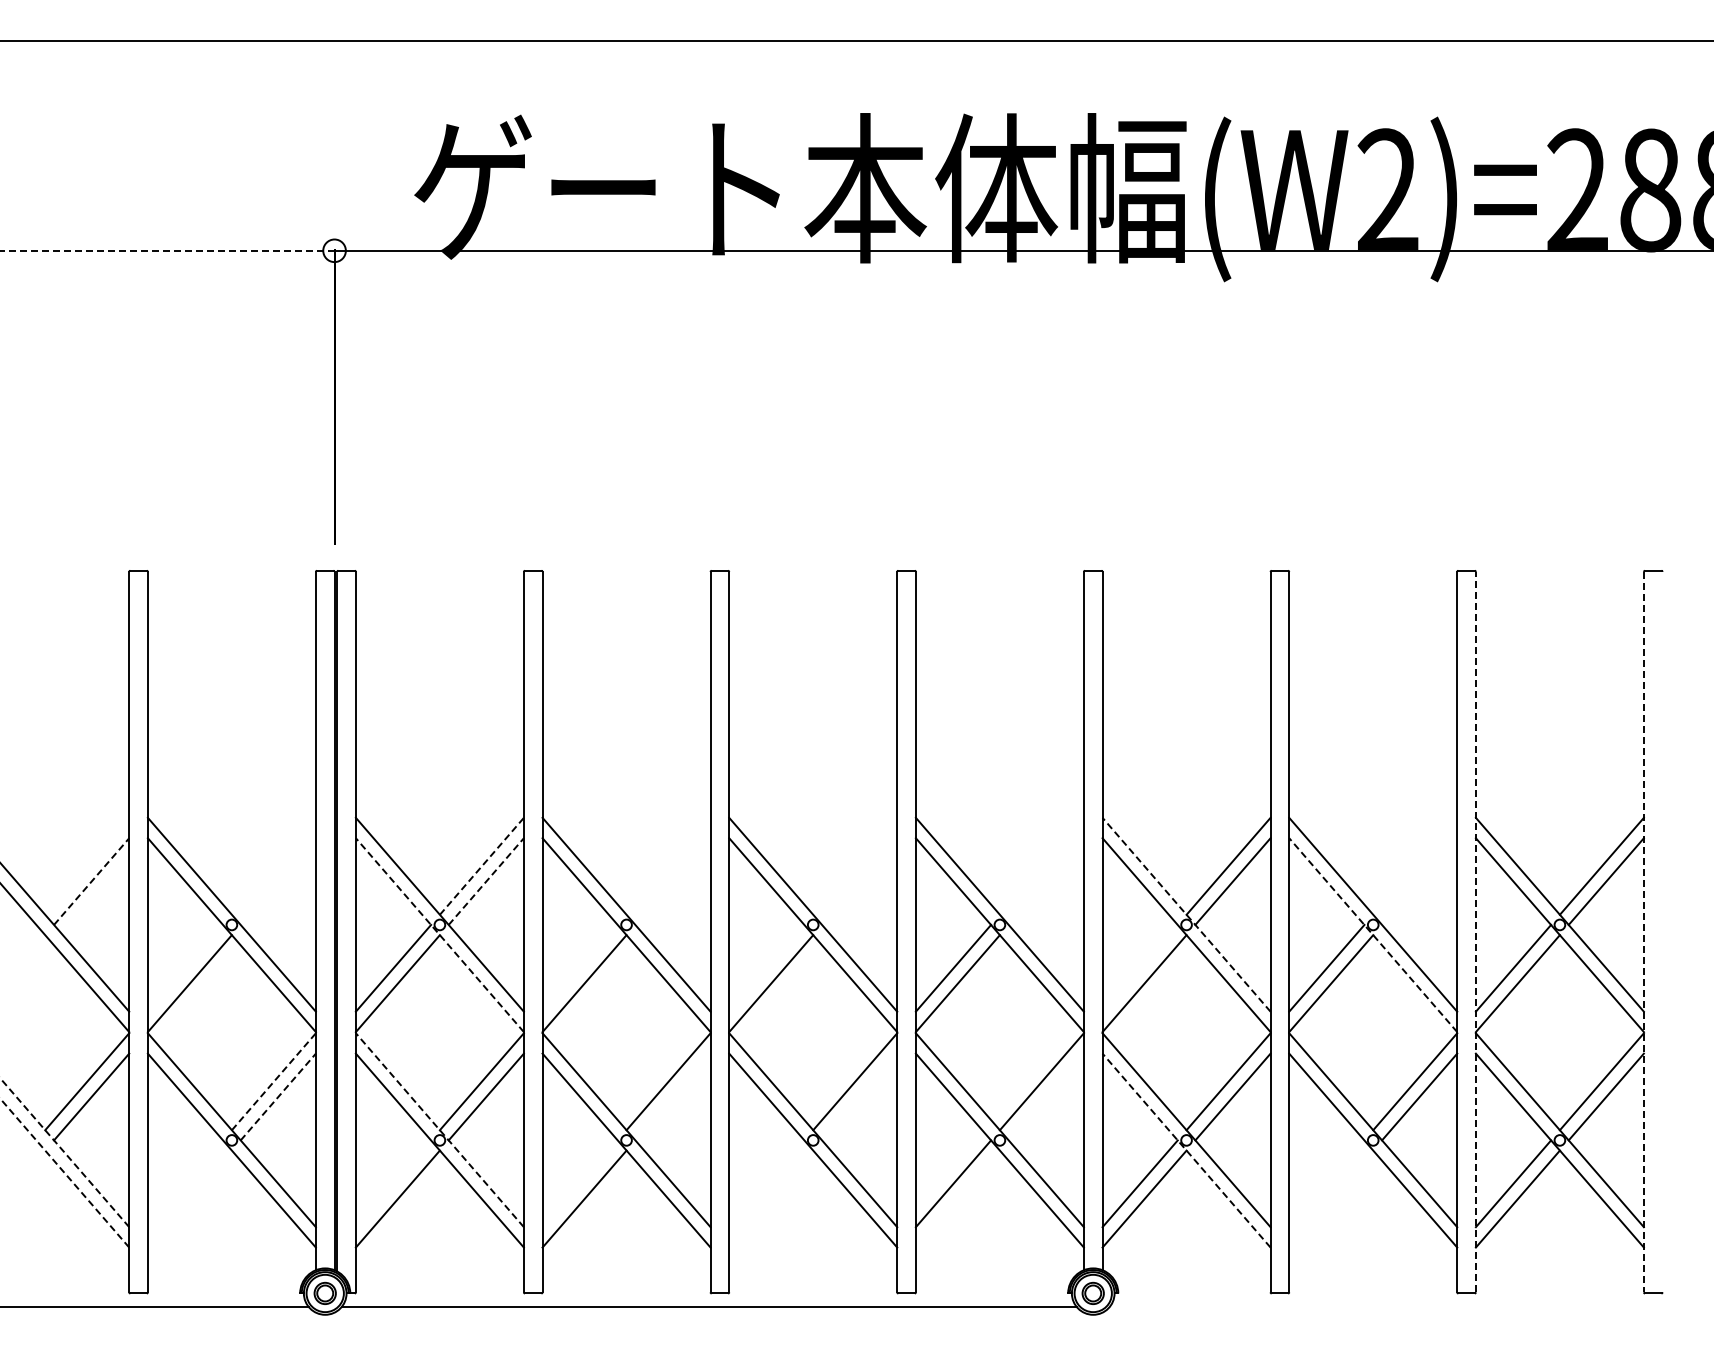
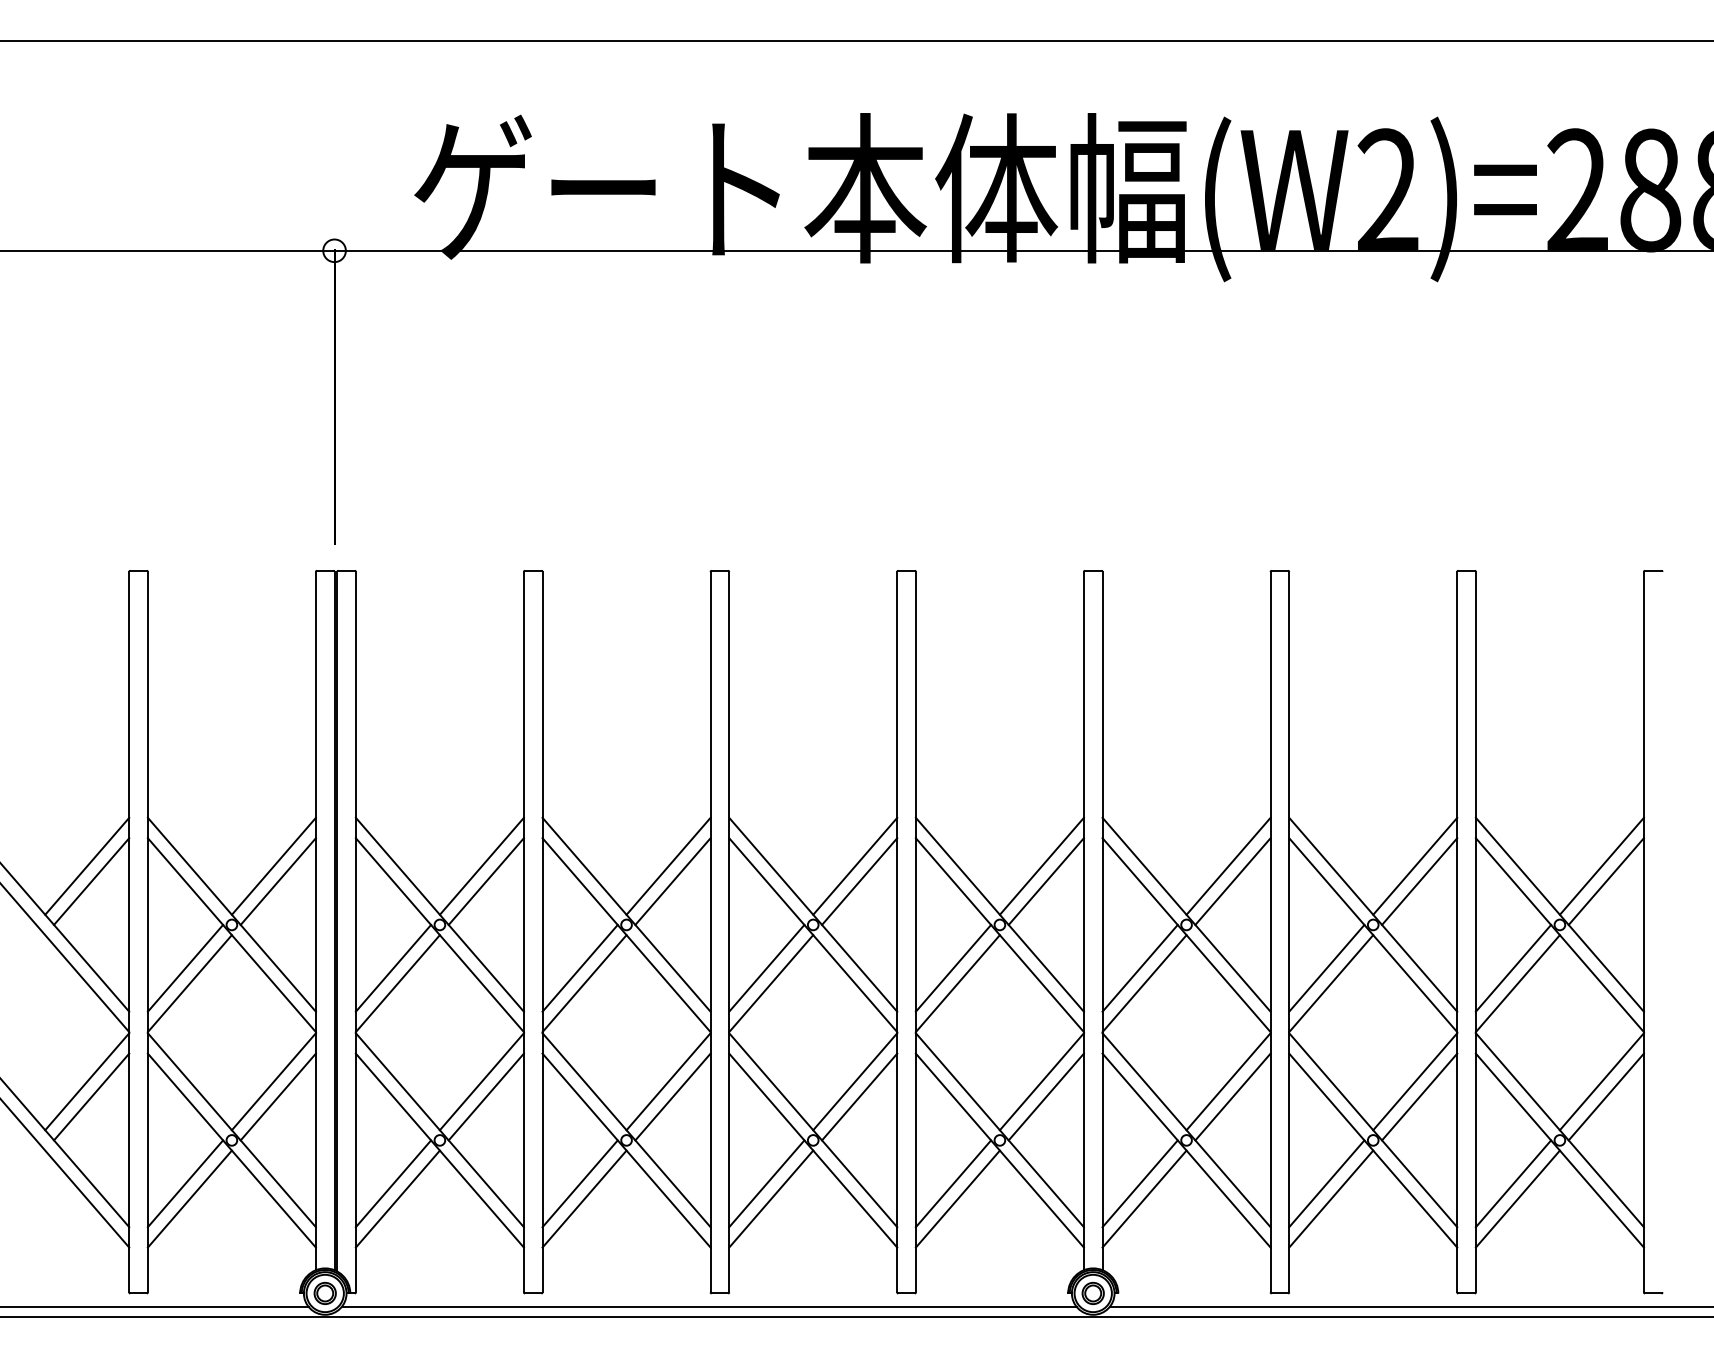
line at (167, 250): dashed -> solid
line at (87, 865): none -> present
line at (273, 865): none -> present
line at (482, 865): dashed -> solid
line at (668, 865): none -> present
line at (855, 865): none -> present
line at (1041, 865): none -> present
line at (1415, 865): none -> present
line at (91, 881): dashed -> solid
line at (277, 881): none -> present
line at (486, 881): dashed -> solid
line at (672, 881): none -> present
line at (859, 881): none -> present
line at (1045, 881): none -> present
line at (1419, 881): none -> present
line at (1186, 914): dashed -> solid
line at (1475, 931): dashed -> solid
line at (1643, 932): dashed -> solid
line at (439, 934): dashed -> solid
line at (1372, 934): dashed -> solid
line at (185, 967): none -> present
line at (579, 967): none -> present
line at (766, 967): none -> present
line at (1139, 967): none -> present
line at (274, 1081): dashed -> solid
line at (278, 1096): dashed -> solid
line at (672, 1096): none -> present
line at (859, 1096): none -> present
line at (1045, 1096): none -> present
line at (439, 1129): dashed -> solid
line at (1186, 1150): dashed -> solid
line at (64, 1152): dashed -> solid
line at (64, 1172): dashed -> solid
line at (185, 1183): none -> present
line at (393, 1183): none -> present
line at (579, 1183): none -> present
line at (766, 1183): none -> present
line at (1326, 1183): none -> present
line at (189, 1198): none -> present
line at (771, 1198): none -> present
line at (957, 1198): none -> present
line at (1331, 1198): none -> present
line at (1409, 1306): none -> present
line at (856, 1317): none -> present
